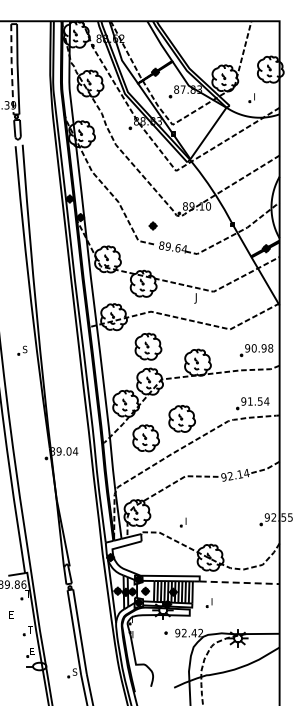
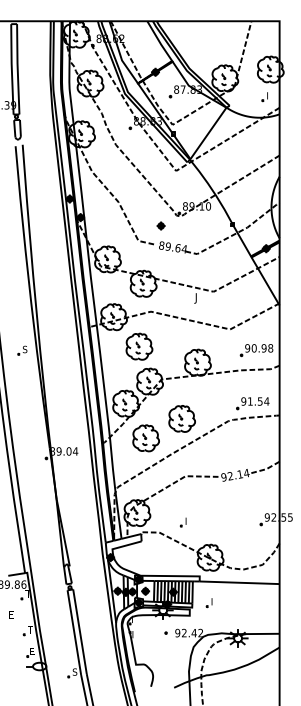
line at (11, 69): dashed -> solid
part at (251, 98) position: (251, 98) -> (264, 97)
part at (152, 225) position: (152, 225) -> (160, 225)
part at (148, 346) position: (148, 346) -> (139, 346)
line at (239, 582): dashed -> solid
